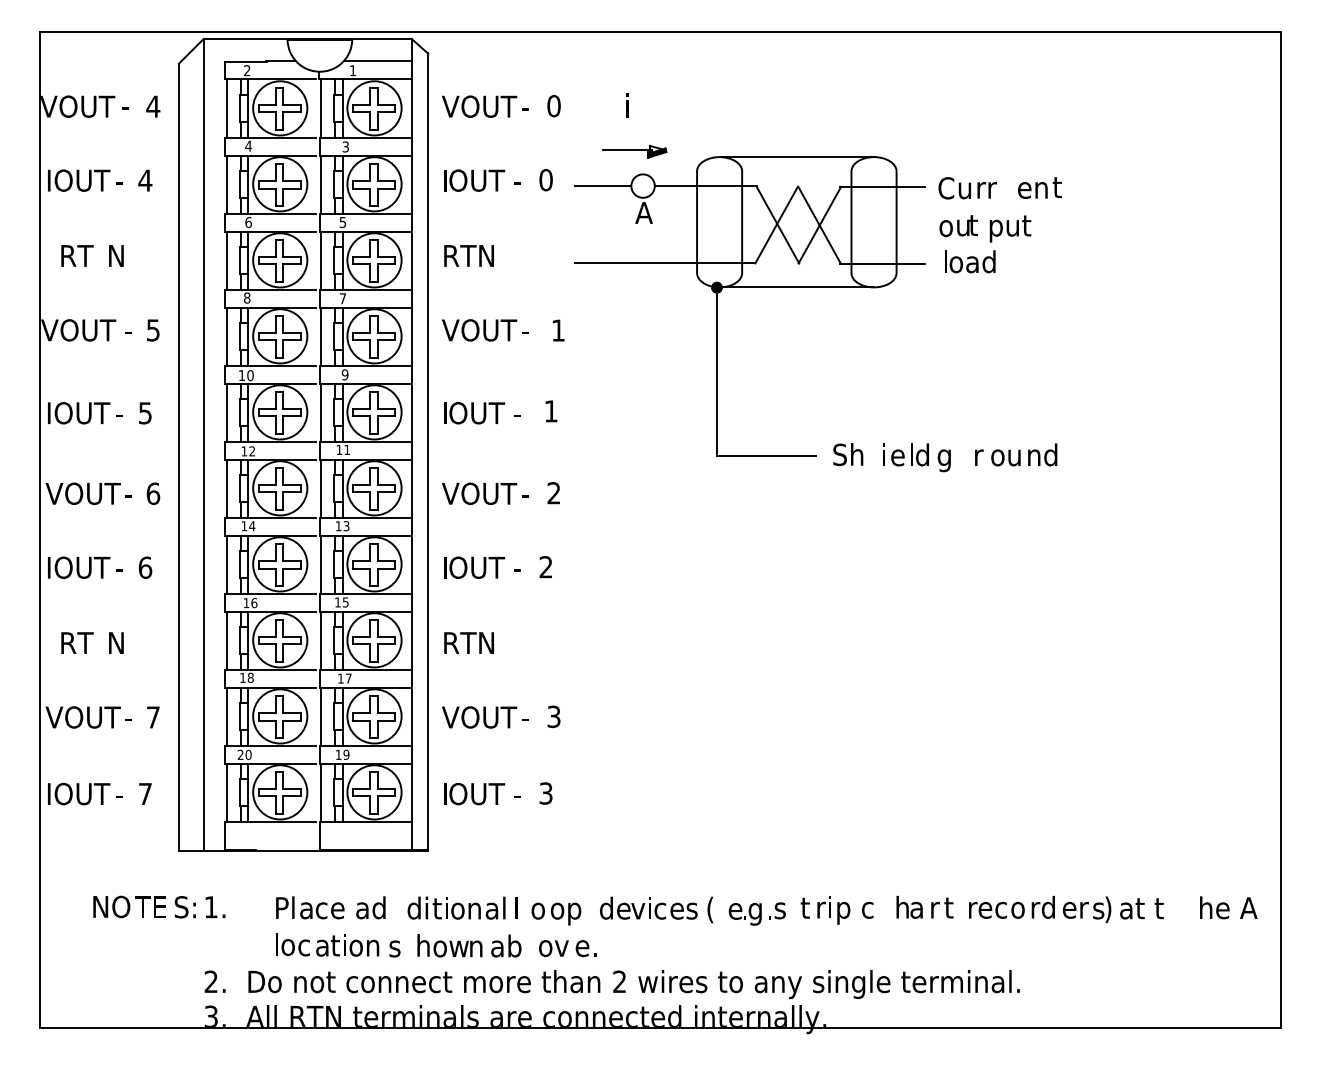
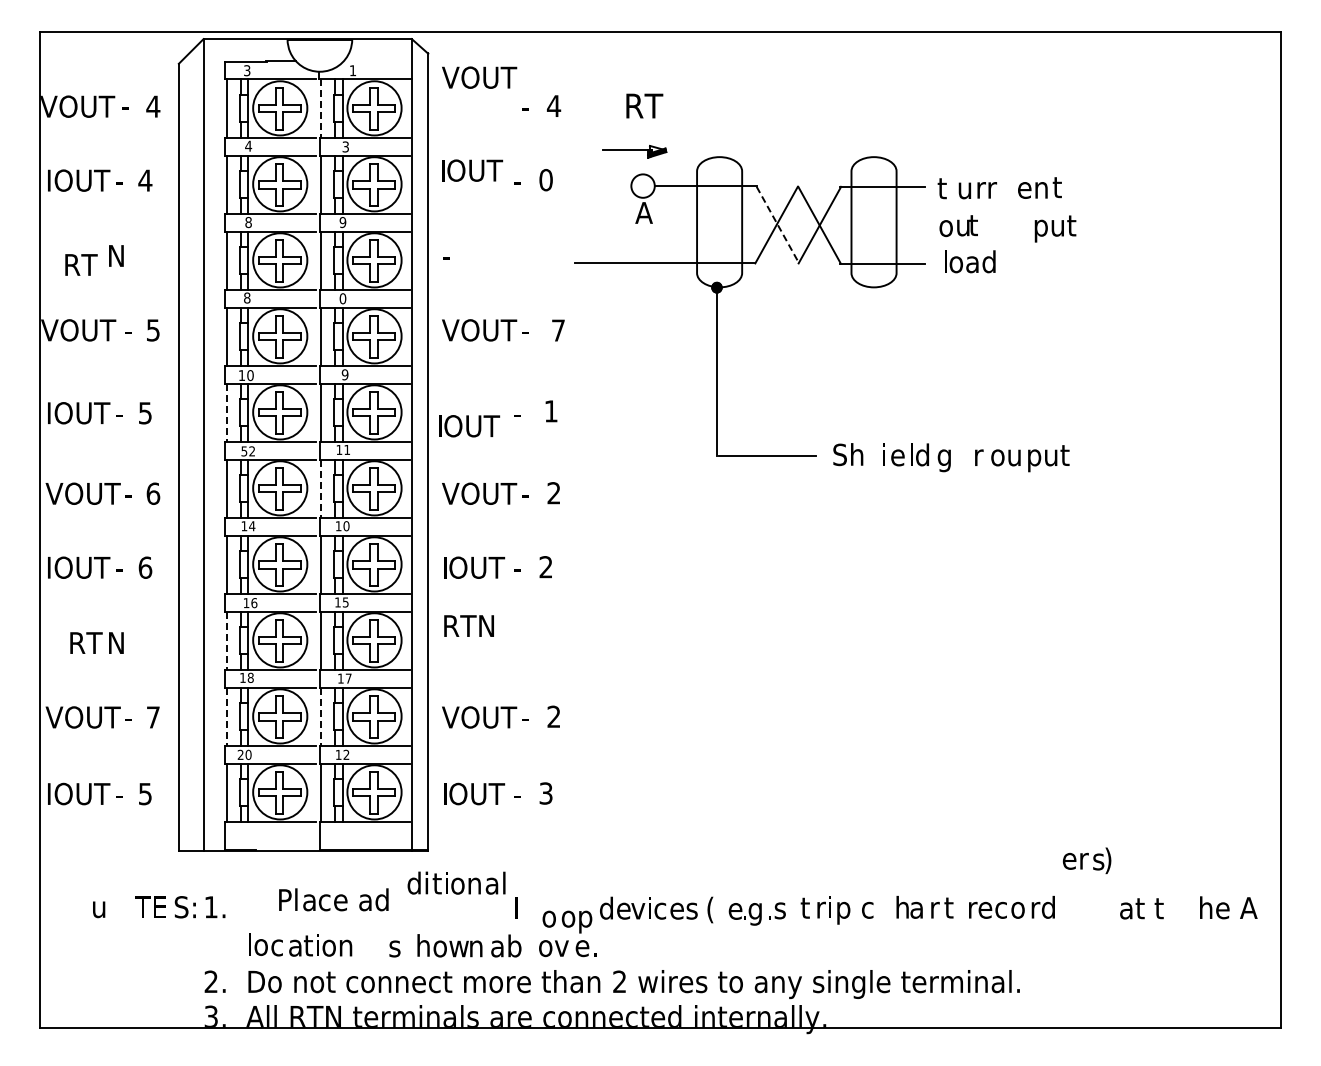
line at (376, 61): present -> none
text at (247, 71): 2 -> 3
text at (644, 105): i -> RT
text at (479, 106) position: (479, 106) -> (479, 77)
text at (553, 106): 0 -> 4
line at (321, 109): solid -> dashed
line at (797, 157): present -> none
text at (474, 180) position: (474, 180) -> (472, 170)
line at (602, 186): present -> none
text at (945, 188): C -> t
text at (248, 222): 6 -> 8
text at (342, 222): 5 -> 9
line at (777, 225): solid -> dashed
text at (1010, 228) position: (1010, 228) -> (1055, 228)
text at (77, 255) position: (77, 255) -> (81, 264)
text at (468, 255): RTN -> -
line at (796, 287): present -> none
text at (342, 298): 7 -> 0
text at (558, 330): 1 -> 7
line at (227, 413): solid -> dashed
text at (474, 413) position: (474, 413) -> (469, 426)
text at (244, 451): 12 -> 52
text at (1048, 457): nd -> put
line at (321, 489): solid -> dashed
text at (346, 526): 13 -> 10
line at (227, 641): solid -> dashed
text at (77, 642) position: (77, 642) -> (86, 642)
text at (468, 642) position: (468, 642) -> (468, 625)
line at (227, 717): solid -> dashed
line at (321, 717): solid -> dashed
text at (553, 717): 3 -> 2
text at (346, 754): 19 -> 12
text at (145, 794): 7 -> 5
text at (111, 906): NO -> u
text at (330, 907) position: (330, 907) -> (333, 899)
text at (456, 907) position: (456, 907) -> (456, 882)
text at (1086, 909) position: (1086, 909) -> (1086, 860)
text at (556, 913) position: (556, 913) -> (567, 921)
text at (327, 944) position: (327, 944) -> (300, 944)
